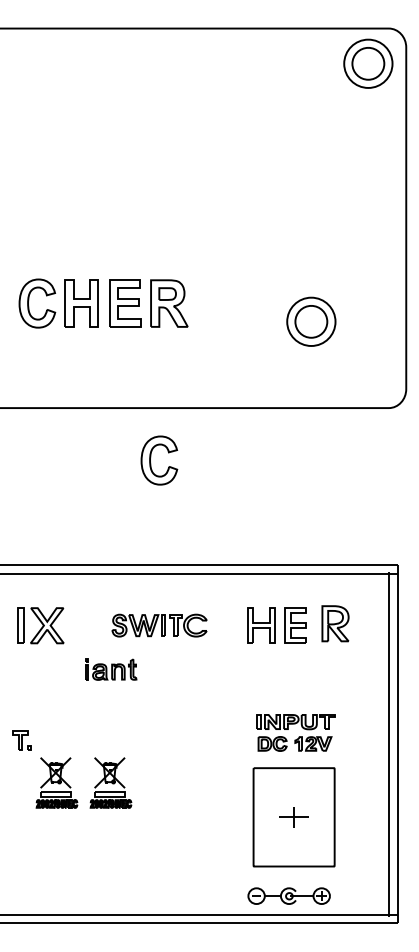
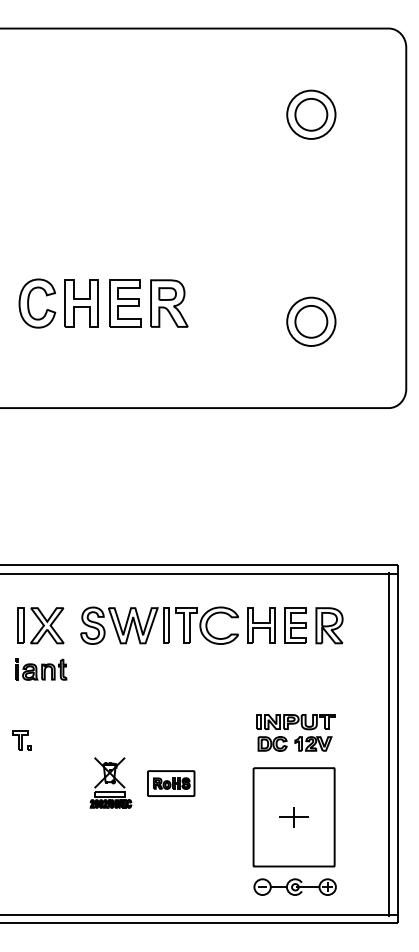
part at (368, 63) position: (368, 63) -> (311, 114)
part at (151, 457): present -> none
part at (335, 623) position: (335, 623) -> (329, 625)
part at (159, 625) size: 97x25 px -> 159x39 px
part at (111, 669) position: (111, 669) -> (41, 669)
part at (56, 782): present -> none
part at (171, 783): none -> present
part at (288, 895) position: (288, 895) -> (294, 886)
